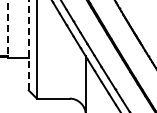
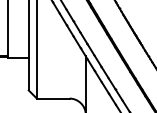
line at (8, 28): dashed -> solid
line at (28, 44): dashed -> solid
